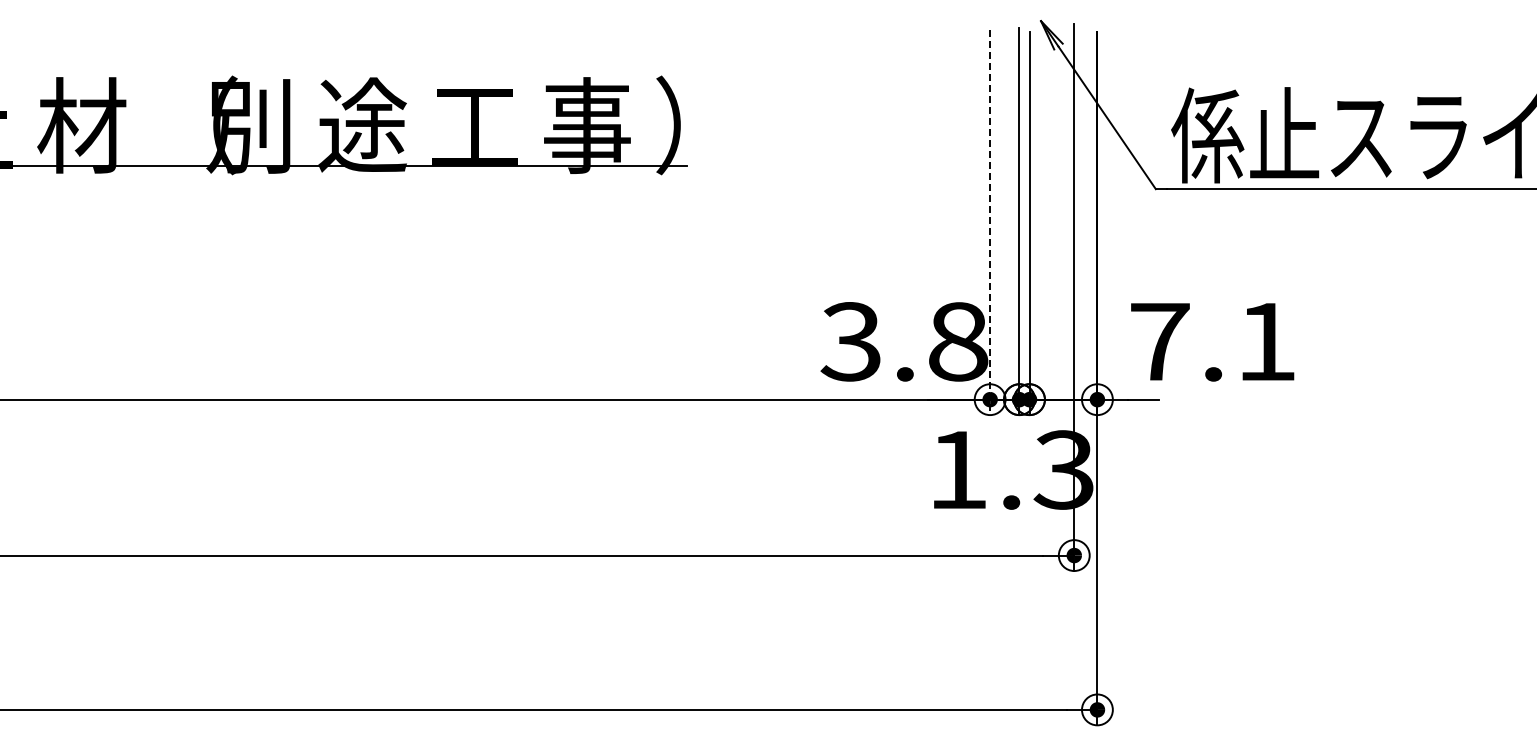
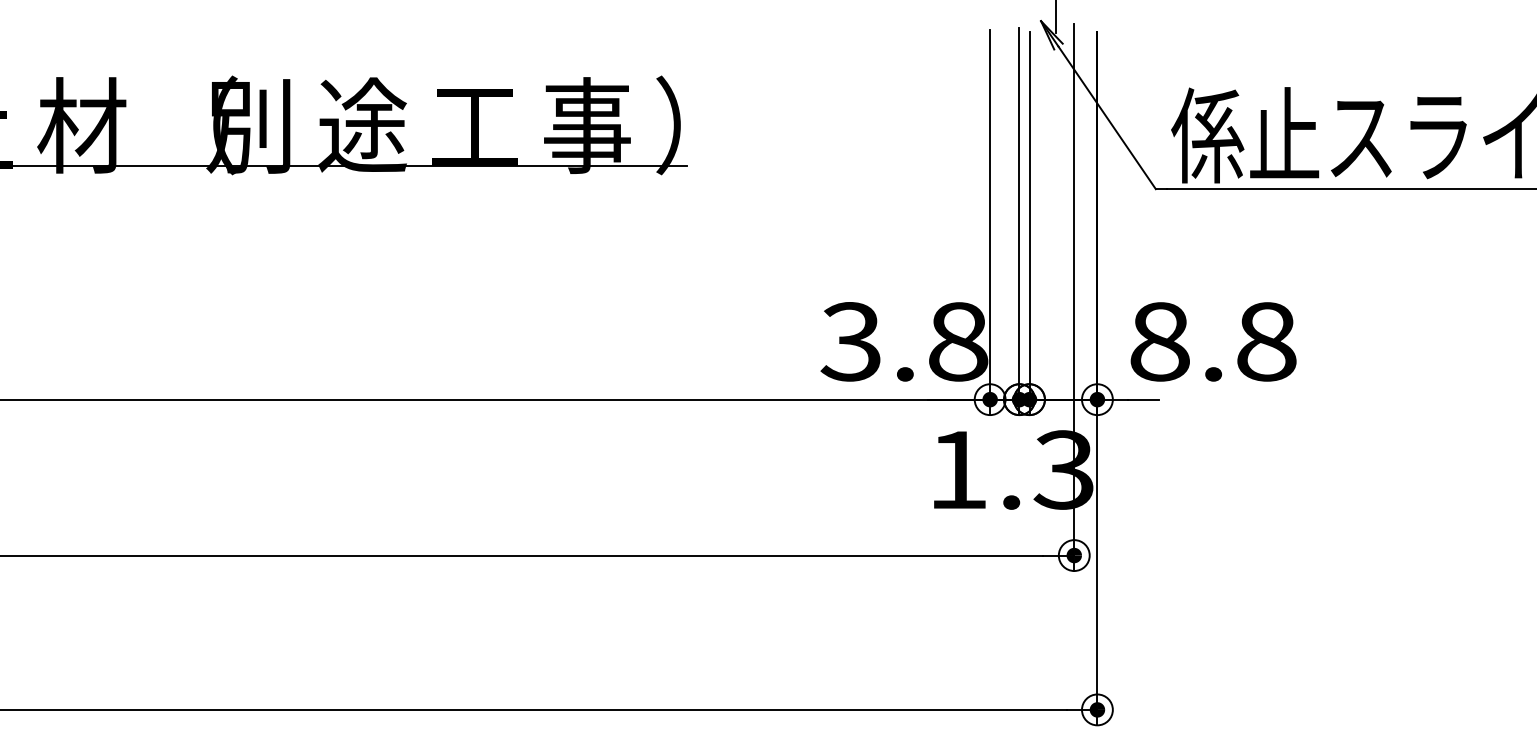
line at (1055, 17): none -> present
line at (990, 223): dashed -> solid
text at (1213, 341): 7.1 -> 8.8
